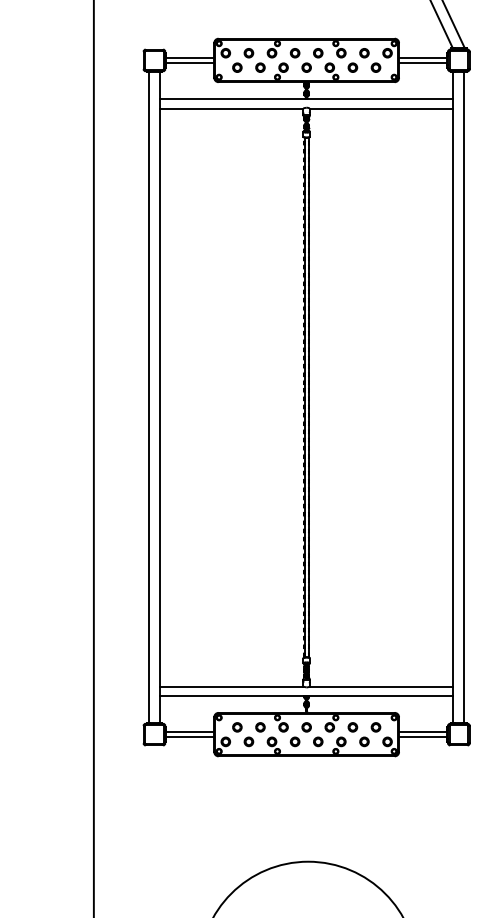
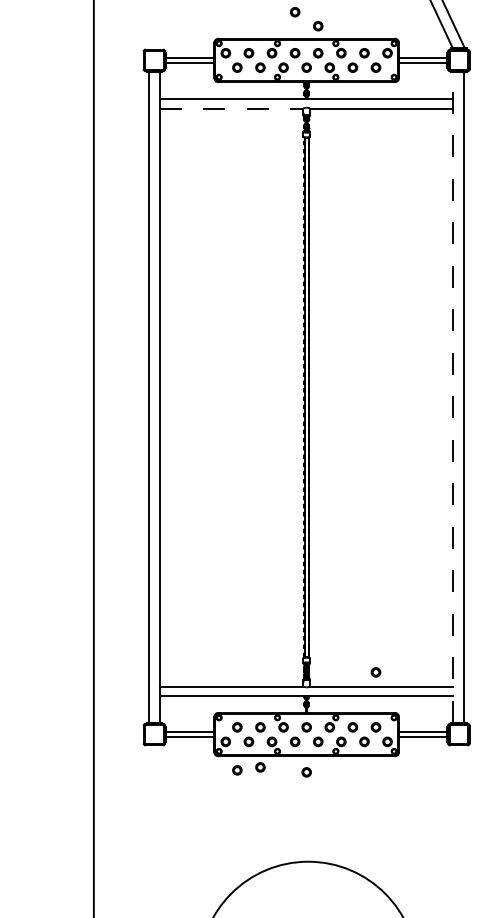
part at (294, 12): none -> present
part at (318, 26): none -> present
line at (231, 108): solid -> dashed
line at (453, 397): solid -> dashed
part at (375, 672): none -> present
part at (260, 767): none -> present
part at (237, 770): none -> present
part at (306, 772): none -> present
